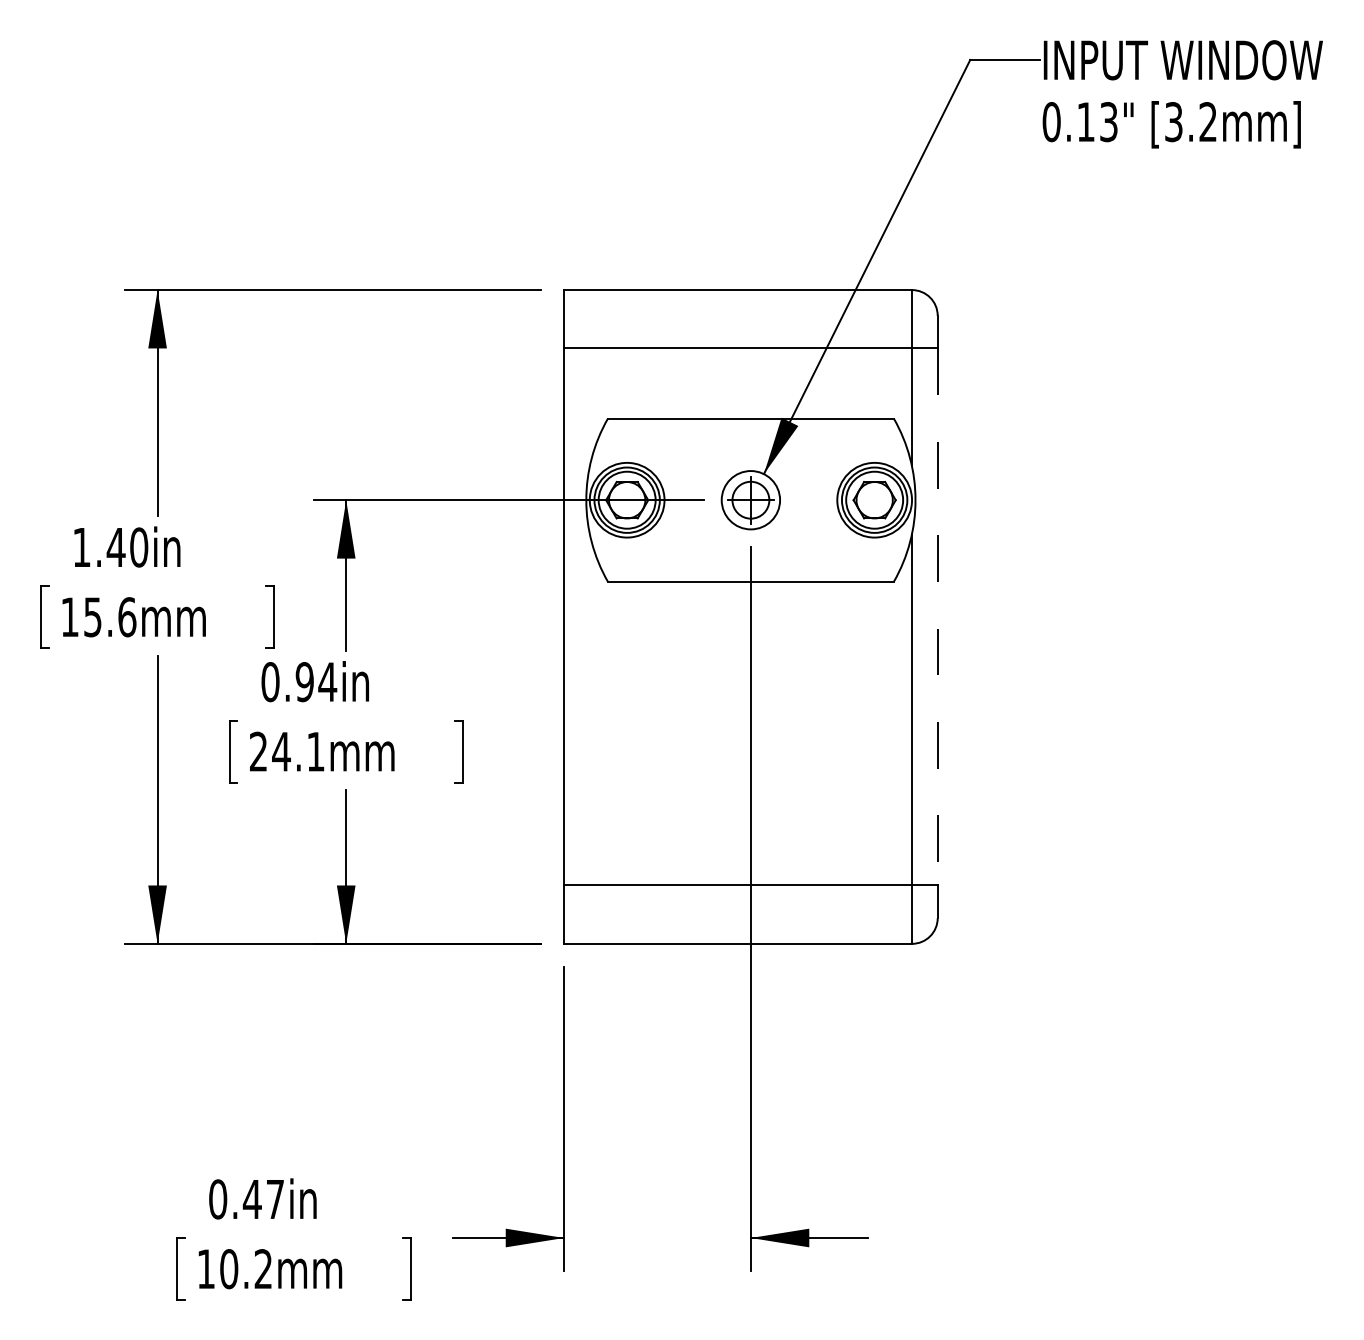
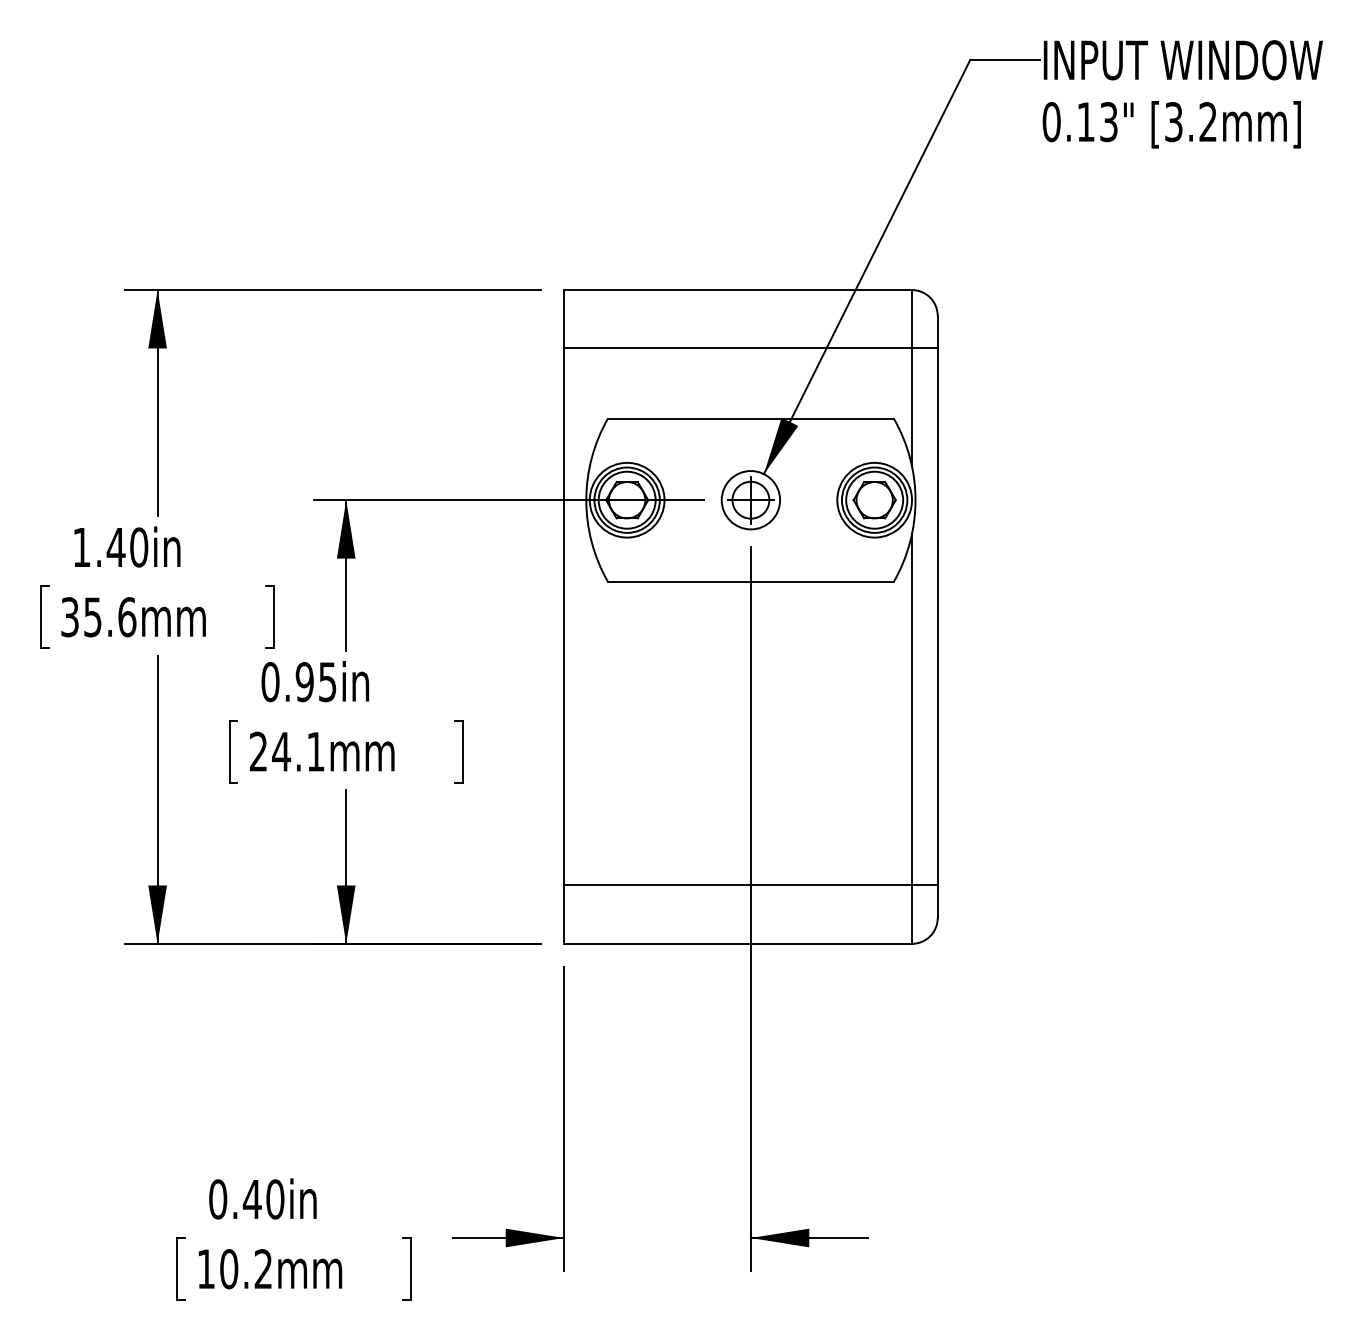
line at (937, 616): dashed -> solid
text at (69, 617): 15.6mm -> 35.6mm
text at (327, 682): 0.94in -> 0.95in
text at (275, 1199): 0.47in -> 0.40in
